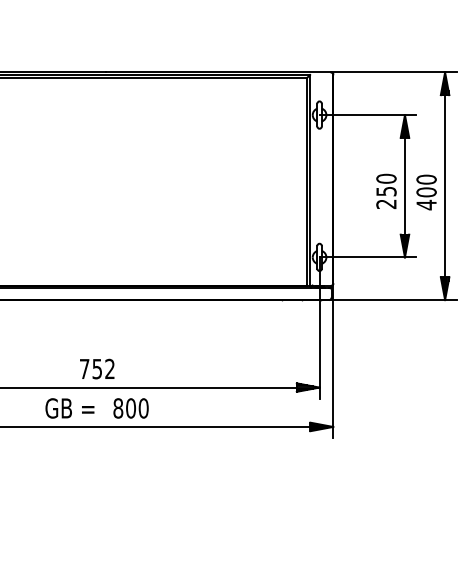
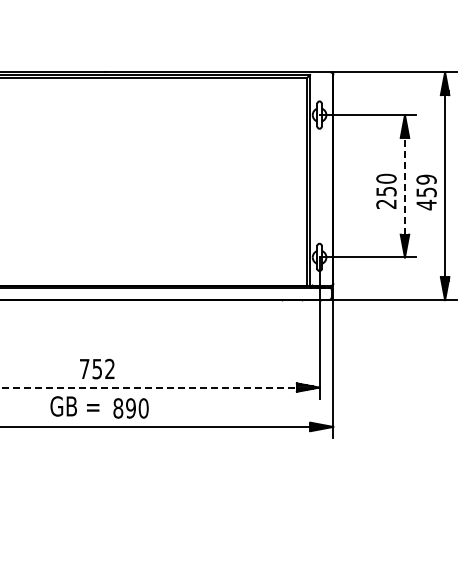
line at (404, 185): solid -> dashed
text at (426, 185): 400 -> 459
line at (149, 387): solid -> dashed
text at (69, 408) position: (69, 408) -> (74, 406)
text at (130, 408): 800 -> 890
